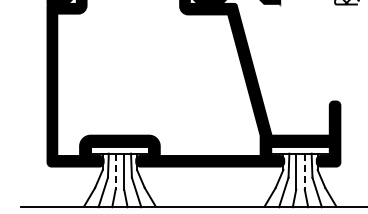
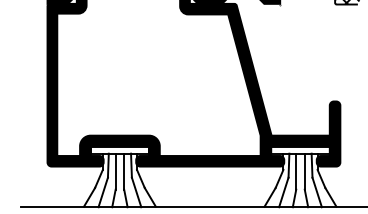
line at (115, 171): dashed -> solid
line at (304, 171): dashed -> solid
